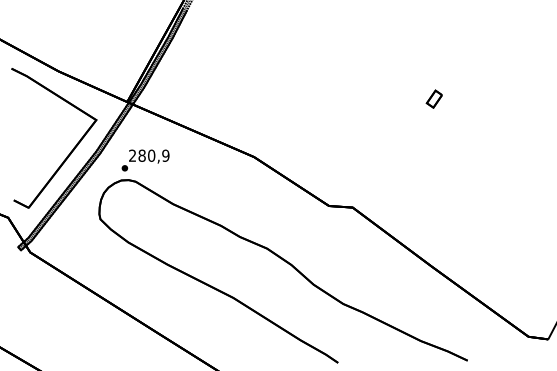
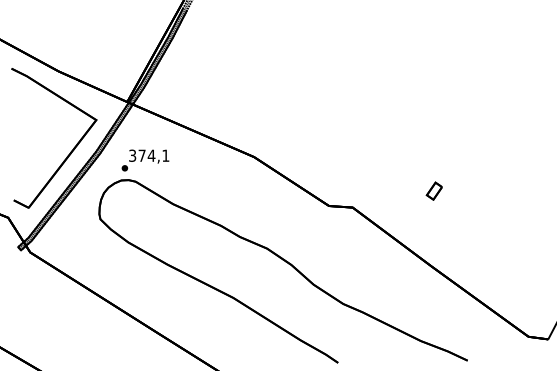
part at (433, 98) position: (433, 98) -> (433, 190)
text at (149, 155): 280,9 -> 374,1
